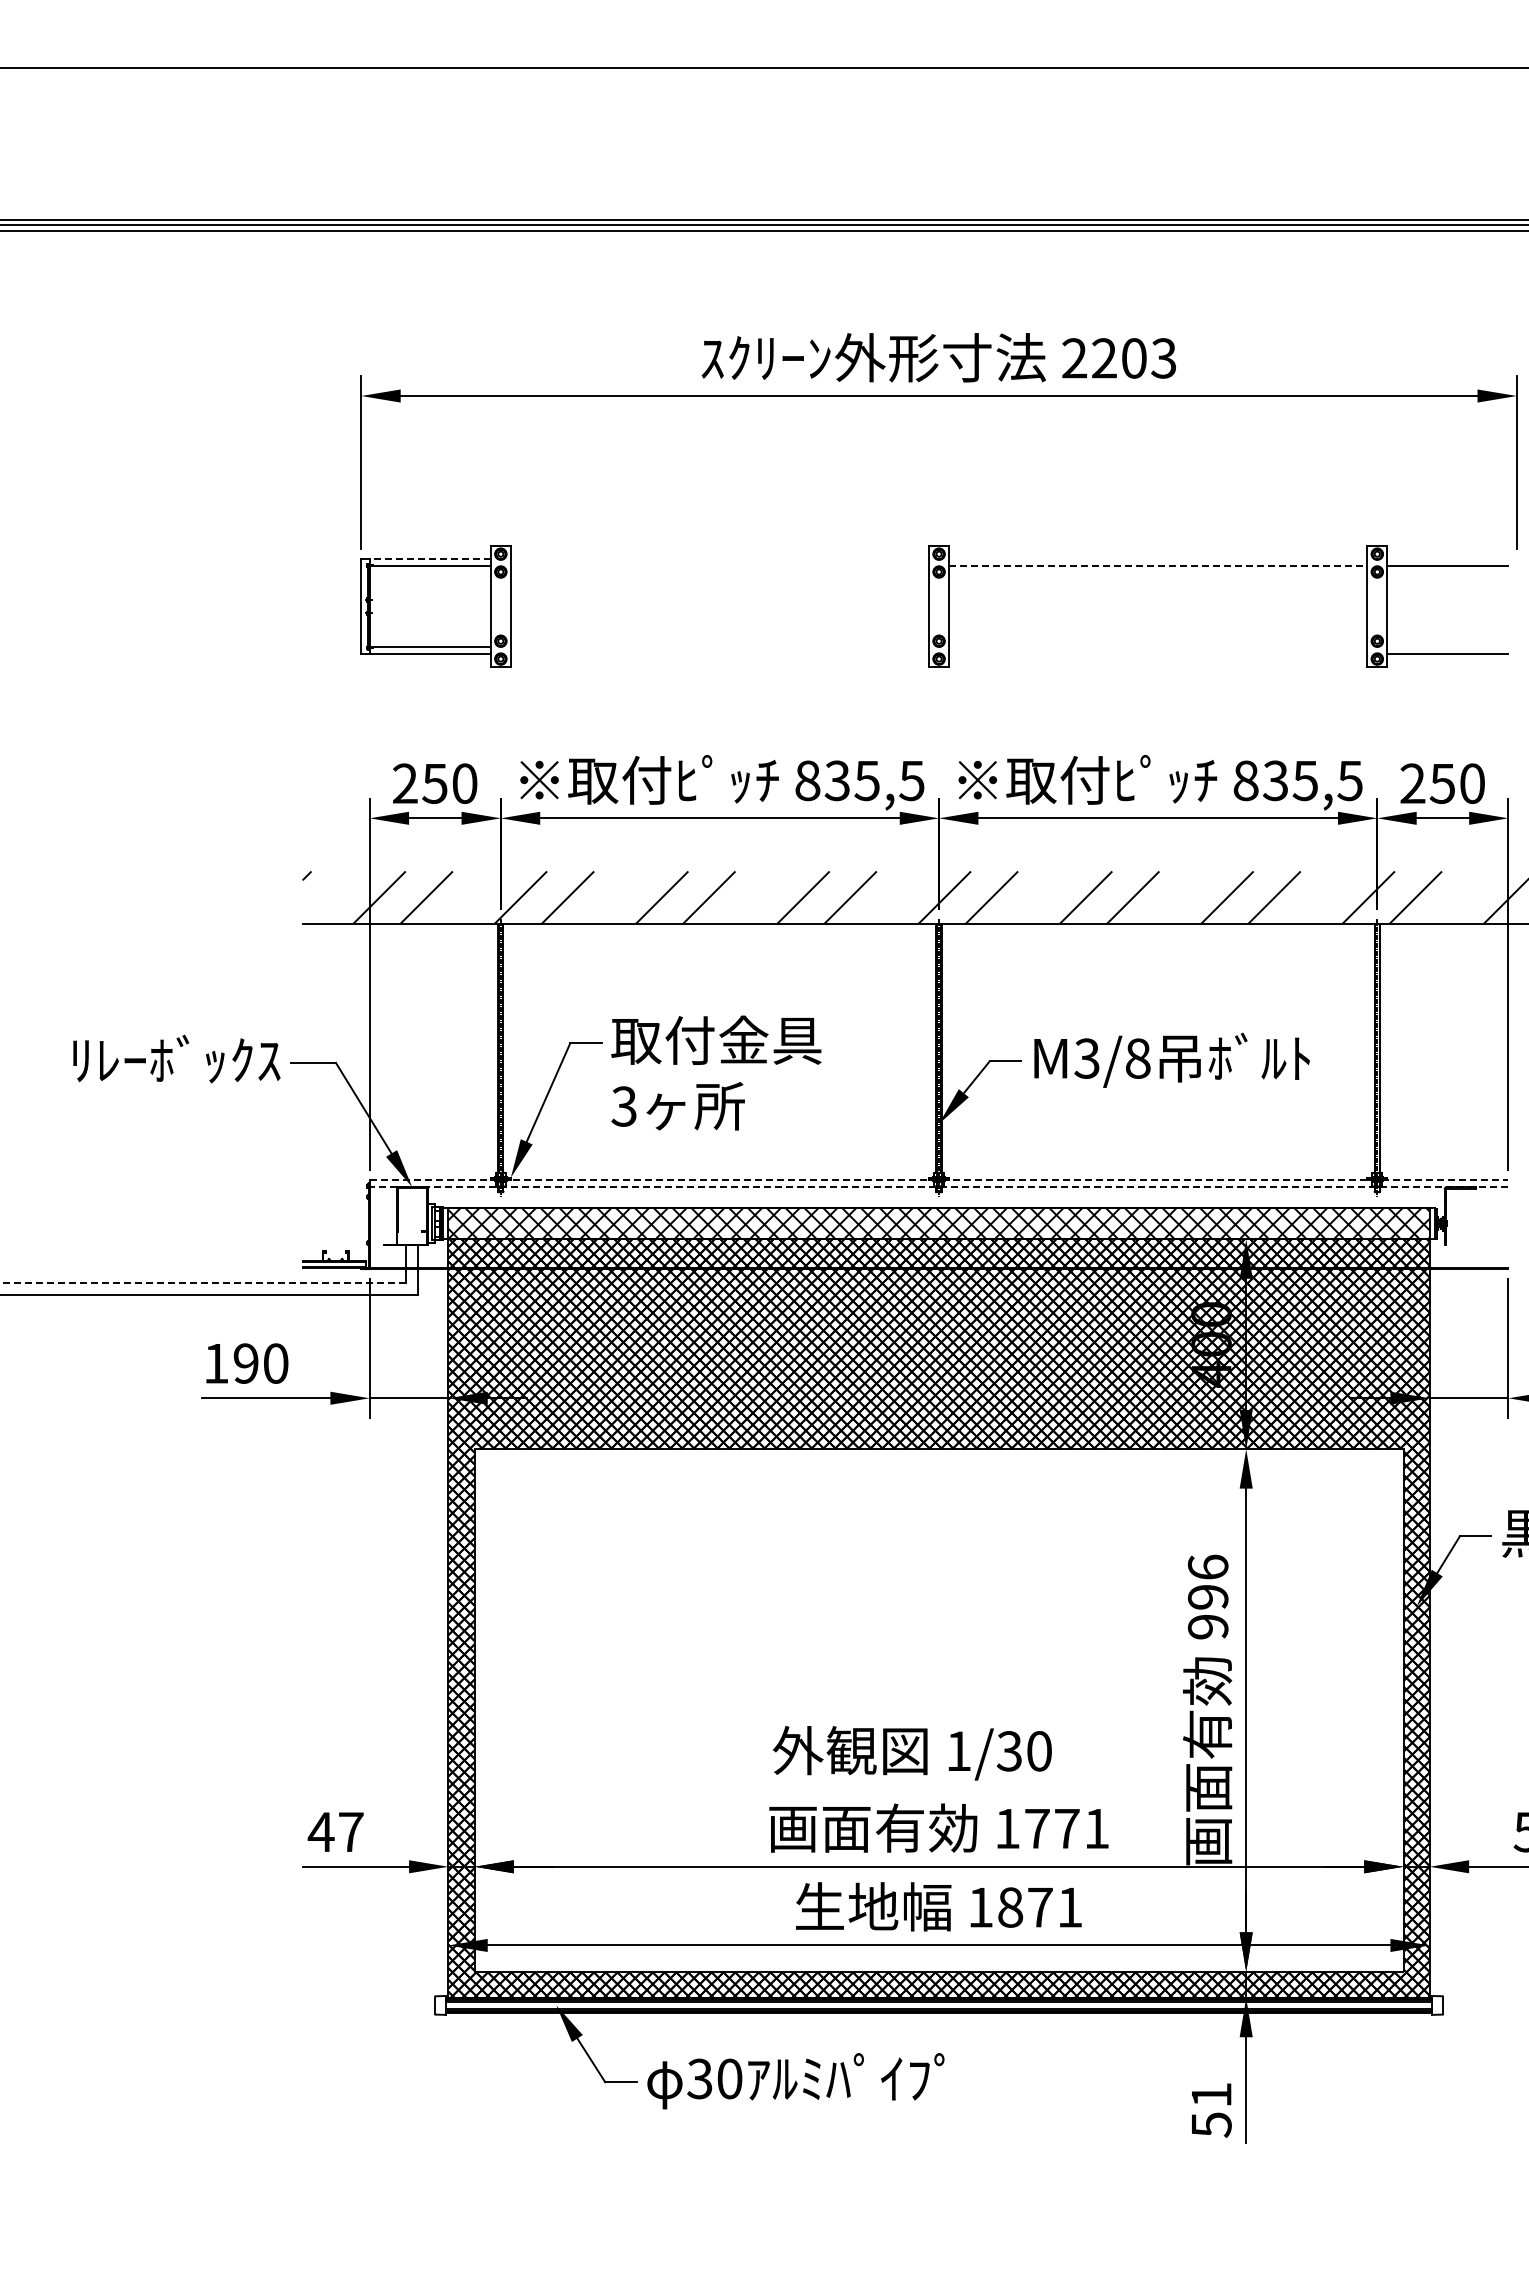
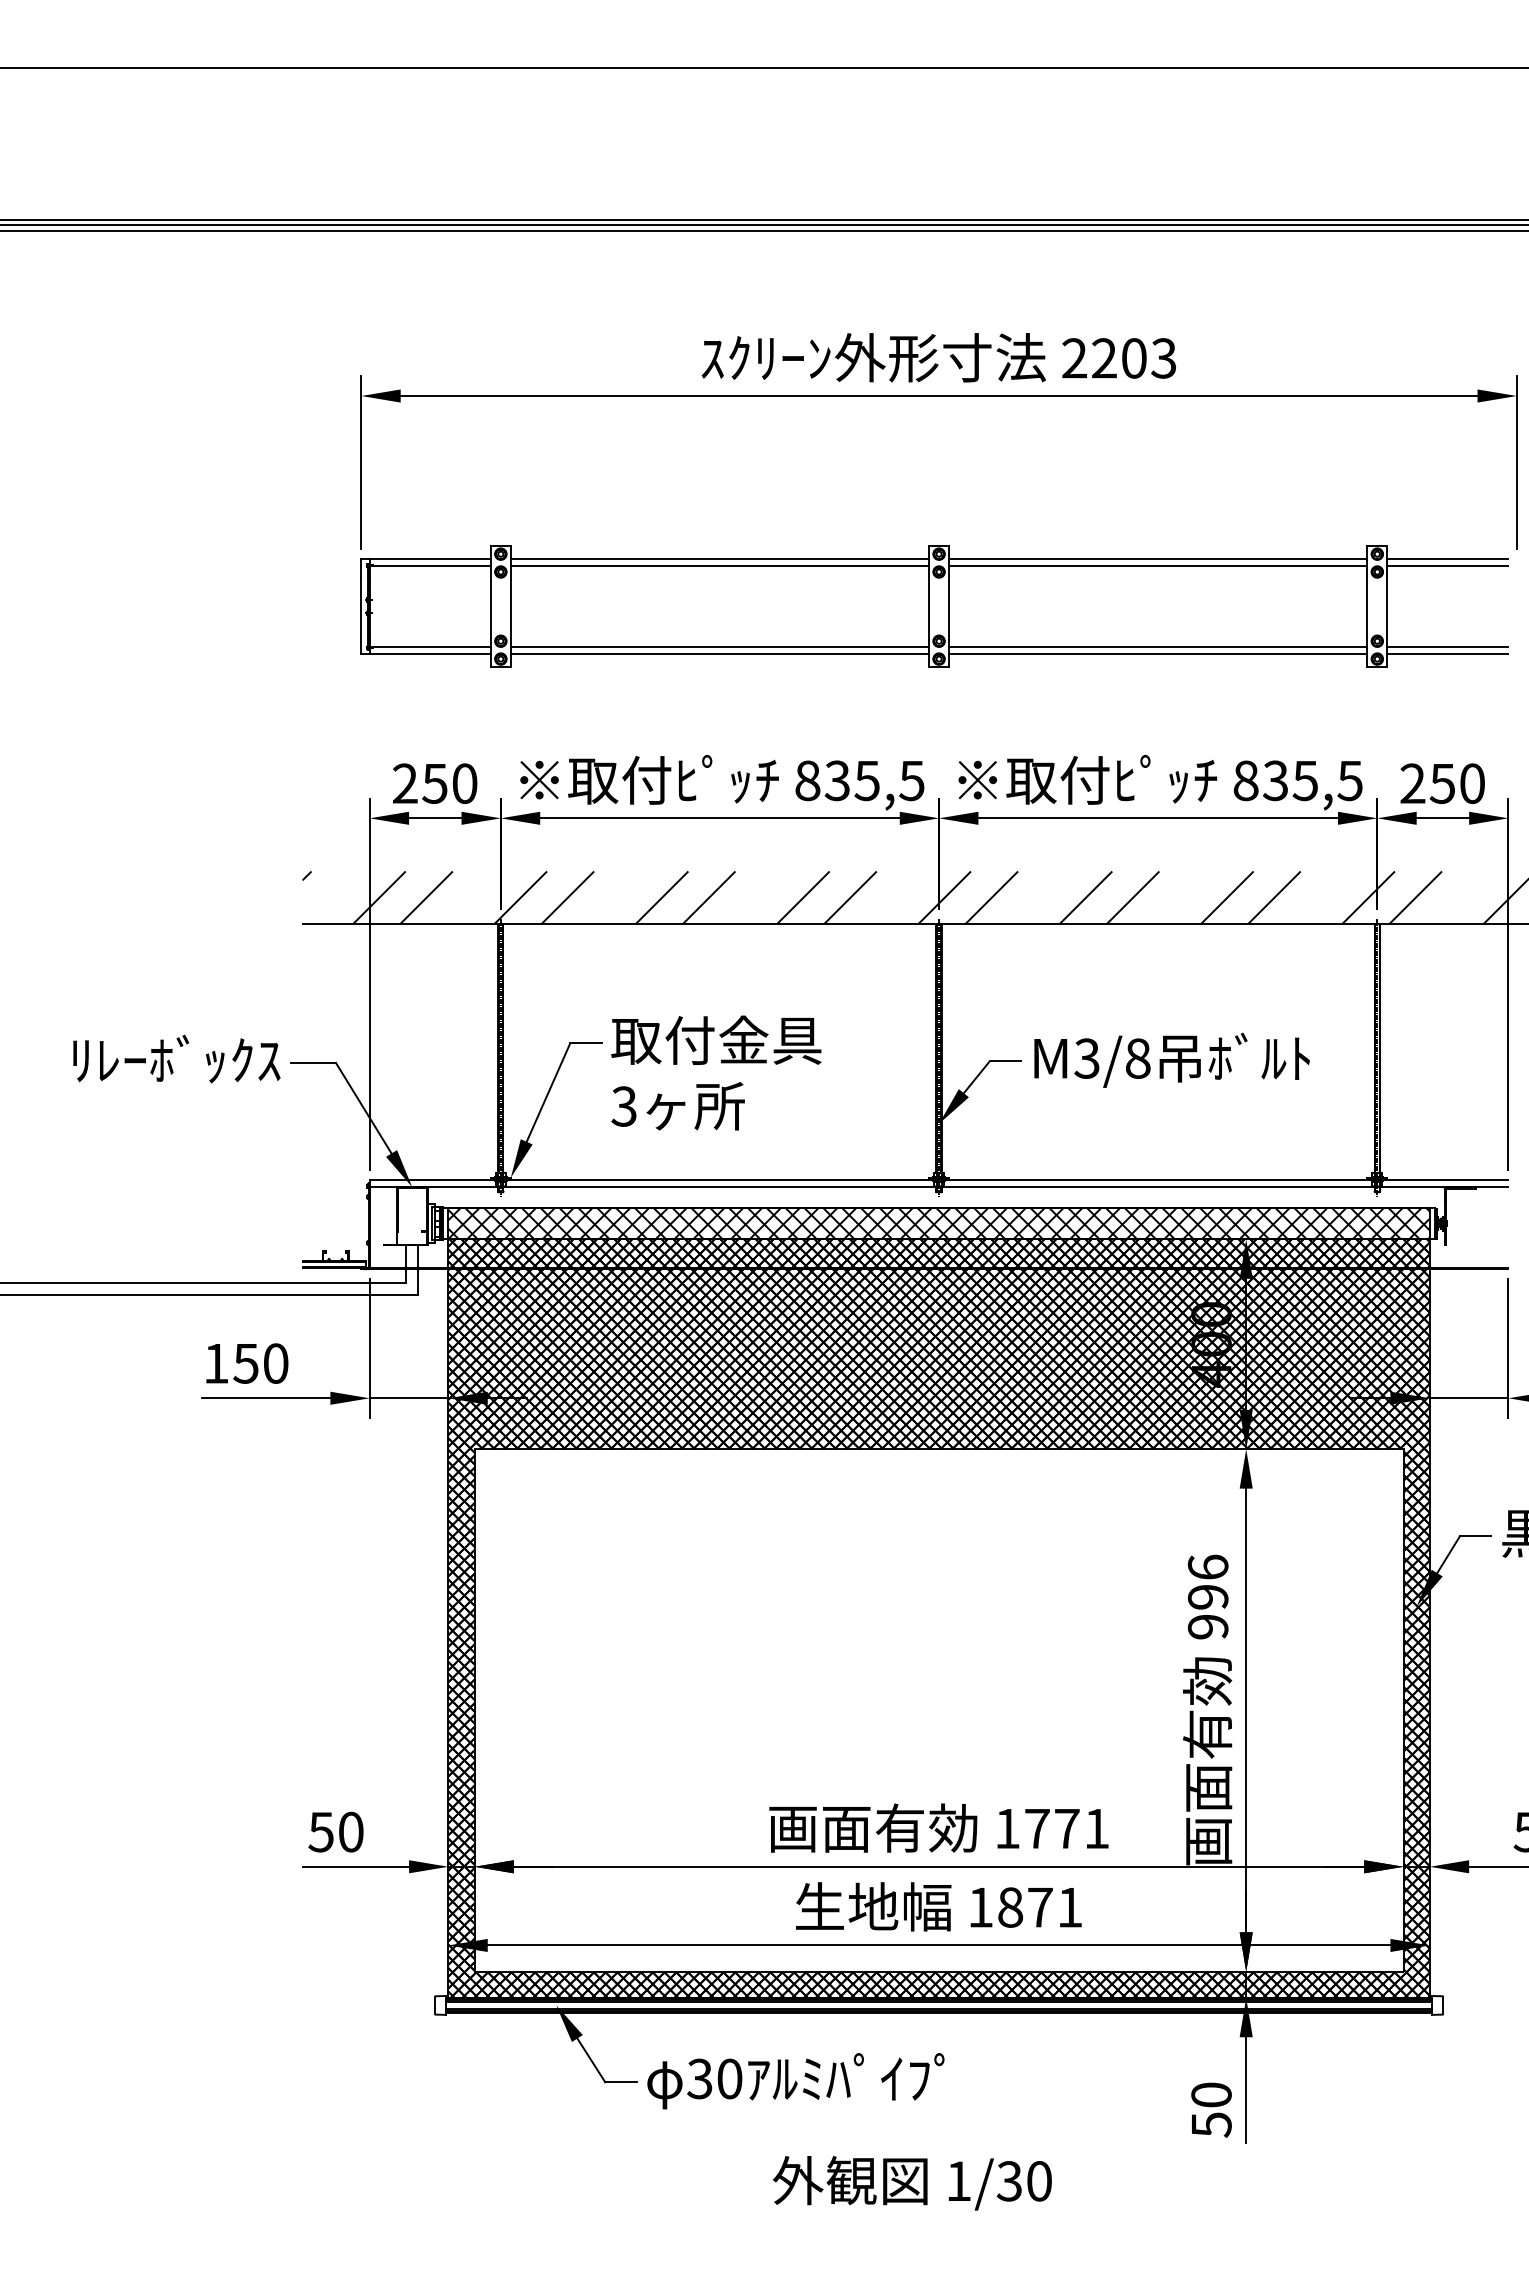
line at (430, 558): dashed -> solid
line at (719, 558): none -> present
line at (1158, 558): none -> present
line at (1447, 558): none -> present
line at (719, 566): none -> present
line at (1158, 566): dashed -> solid
line at (719, 647): none -> present
line at (1158, 647): none -> present
line at (1447, 647): none -> present
line at (719, 654): none -> present
line at (1158, 654): none -> present
line at (939, 1180): dashed -> solid
line at (938, 1187): dashed -> solid
line at (203, 1282): dashed -> solid
text at (245, 1363): 190 -> 150
text at (912, 1753) position: (912, 1753) -> (912, 2183)
text at (335, 1831): 47 -> 50
text at (1211, 2094): 51 -> 50
